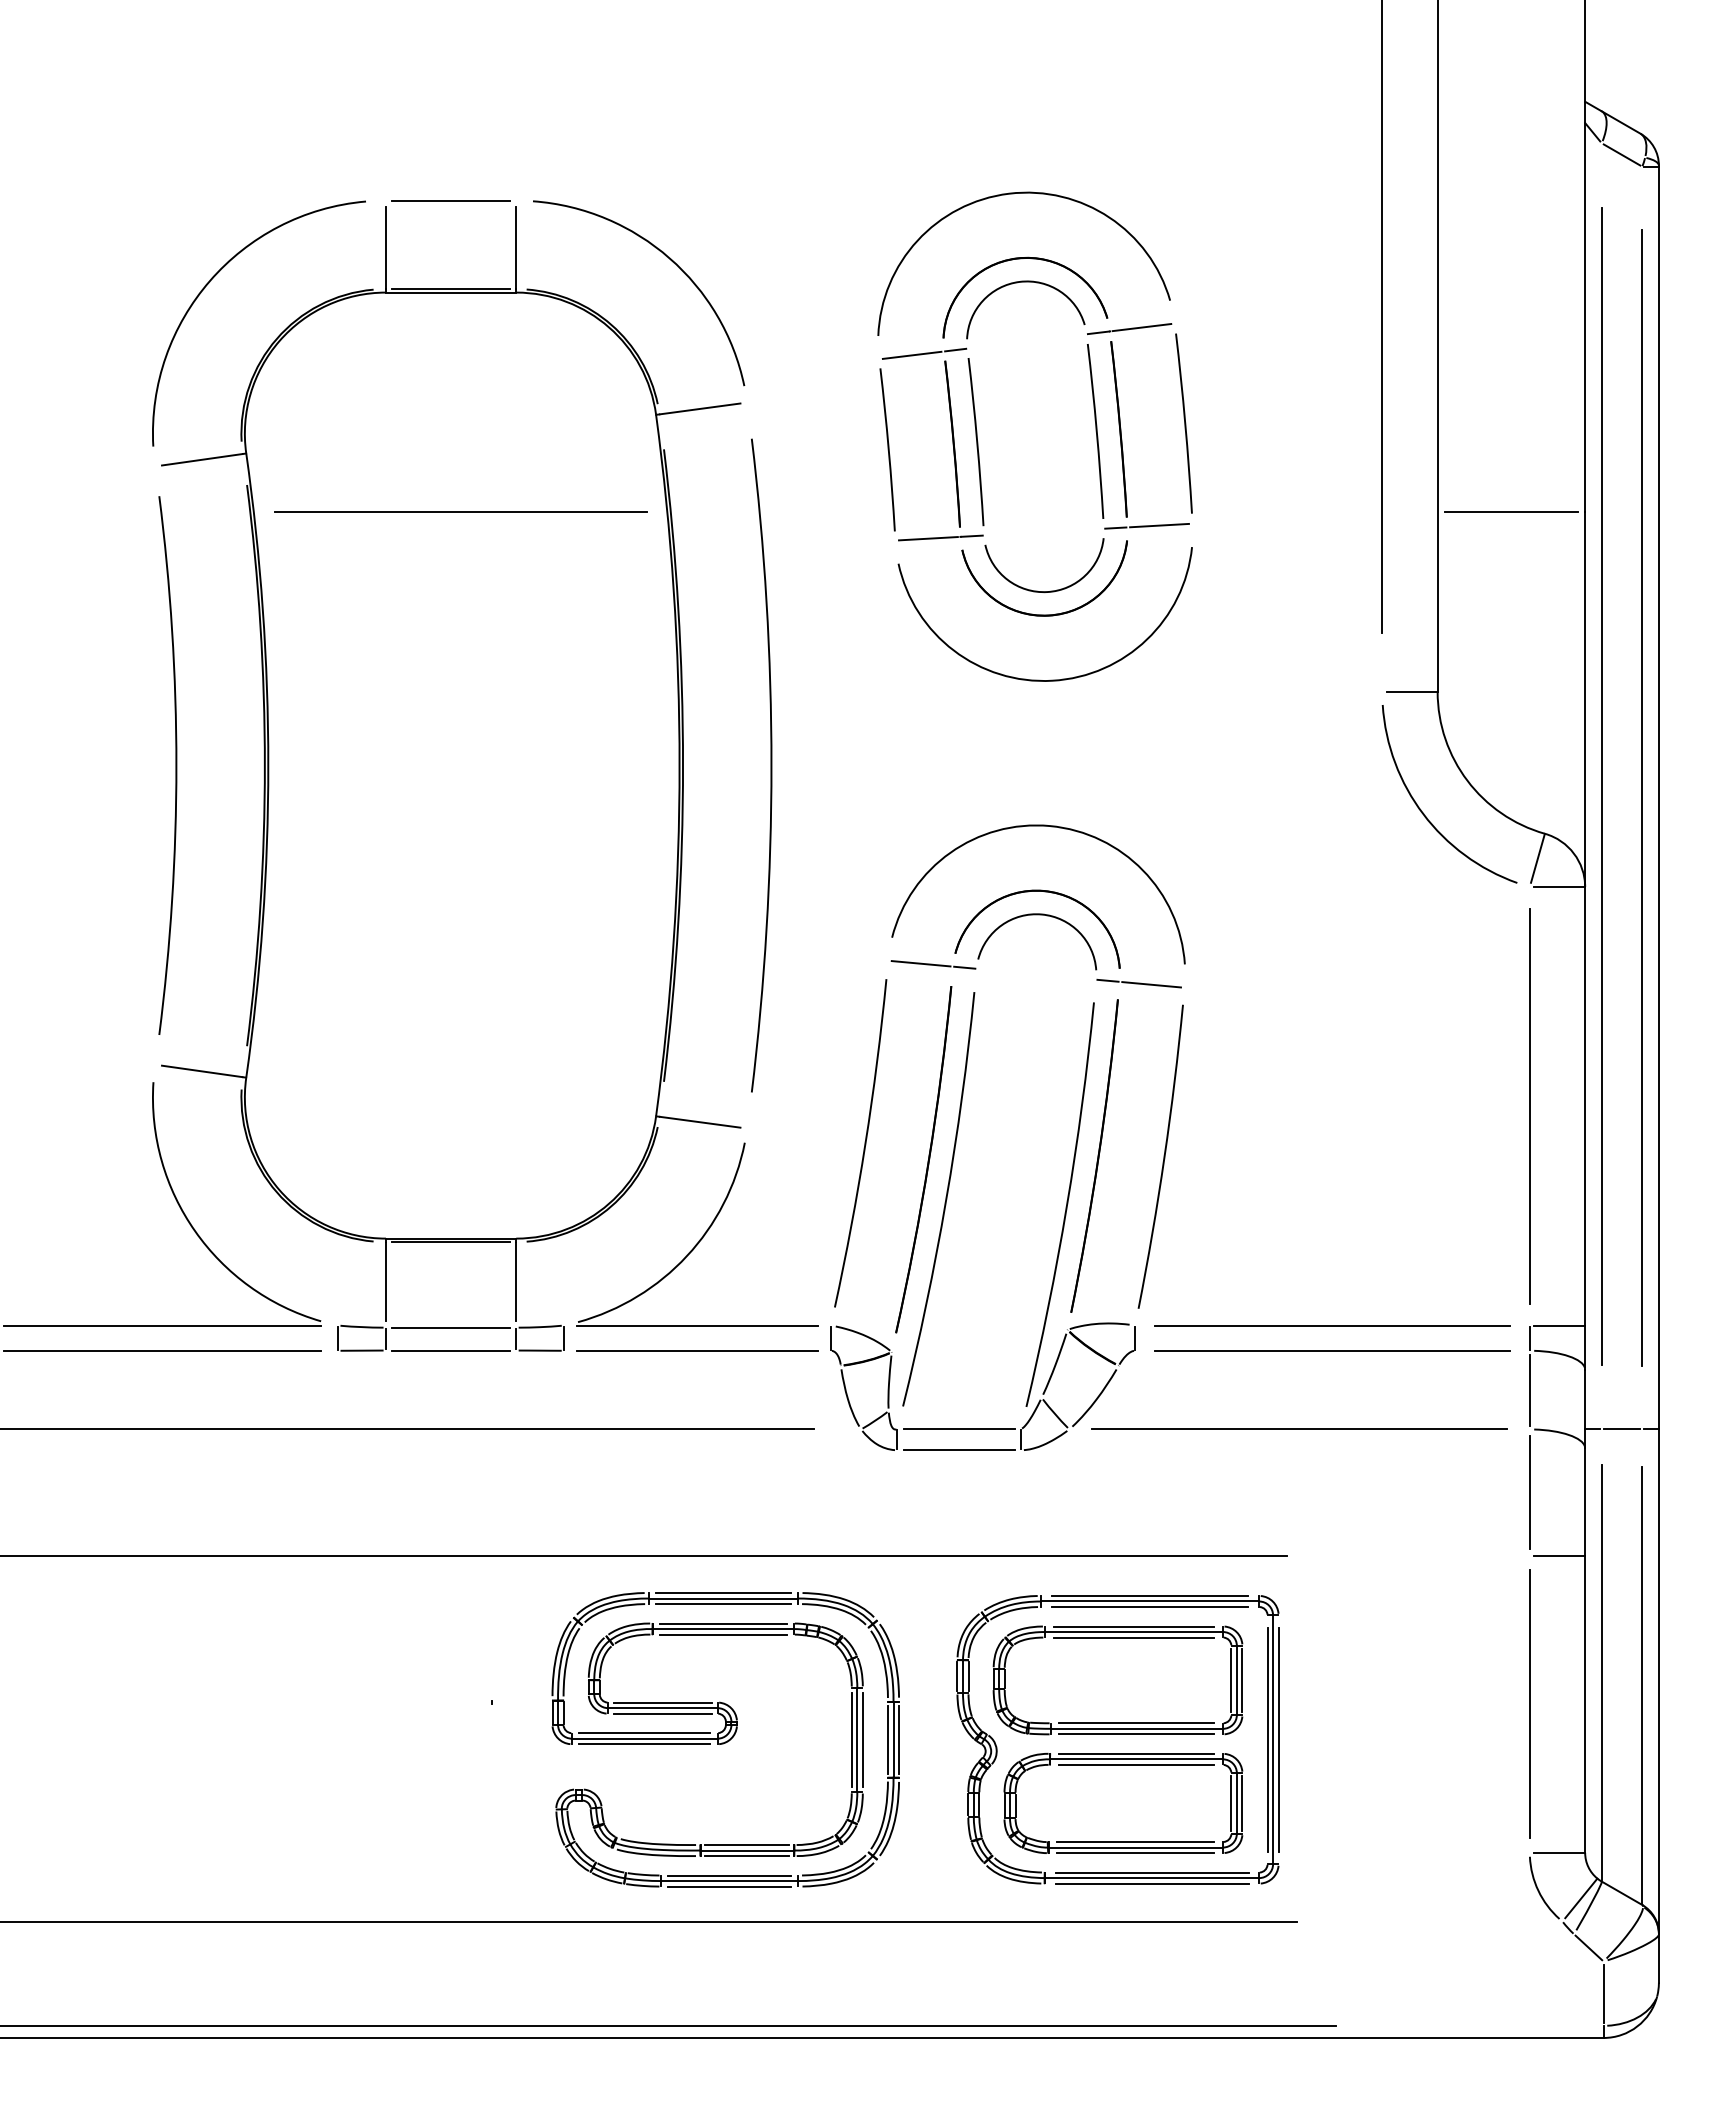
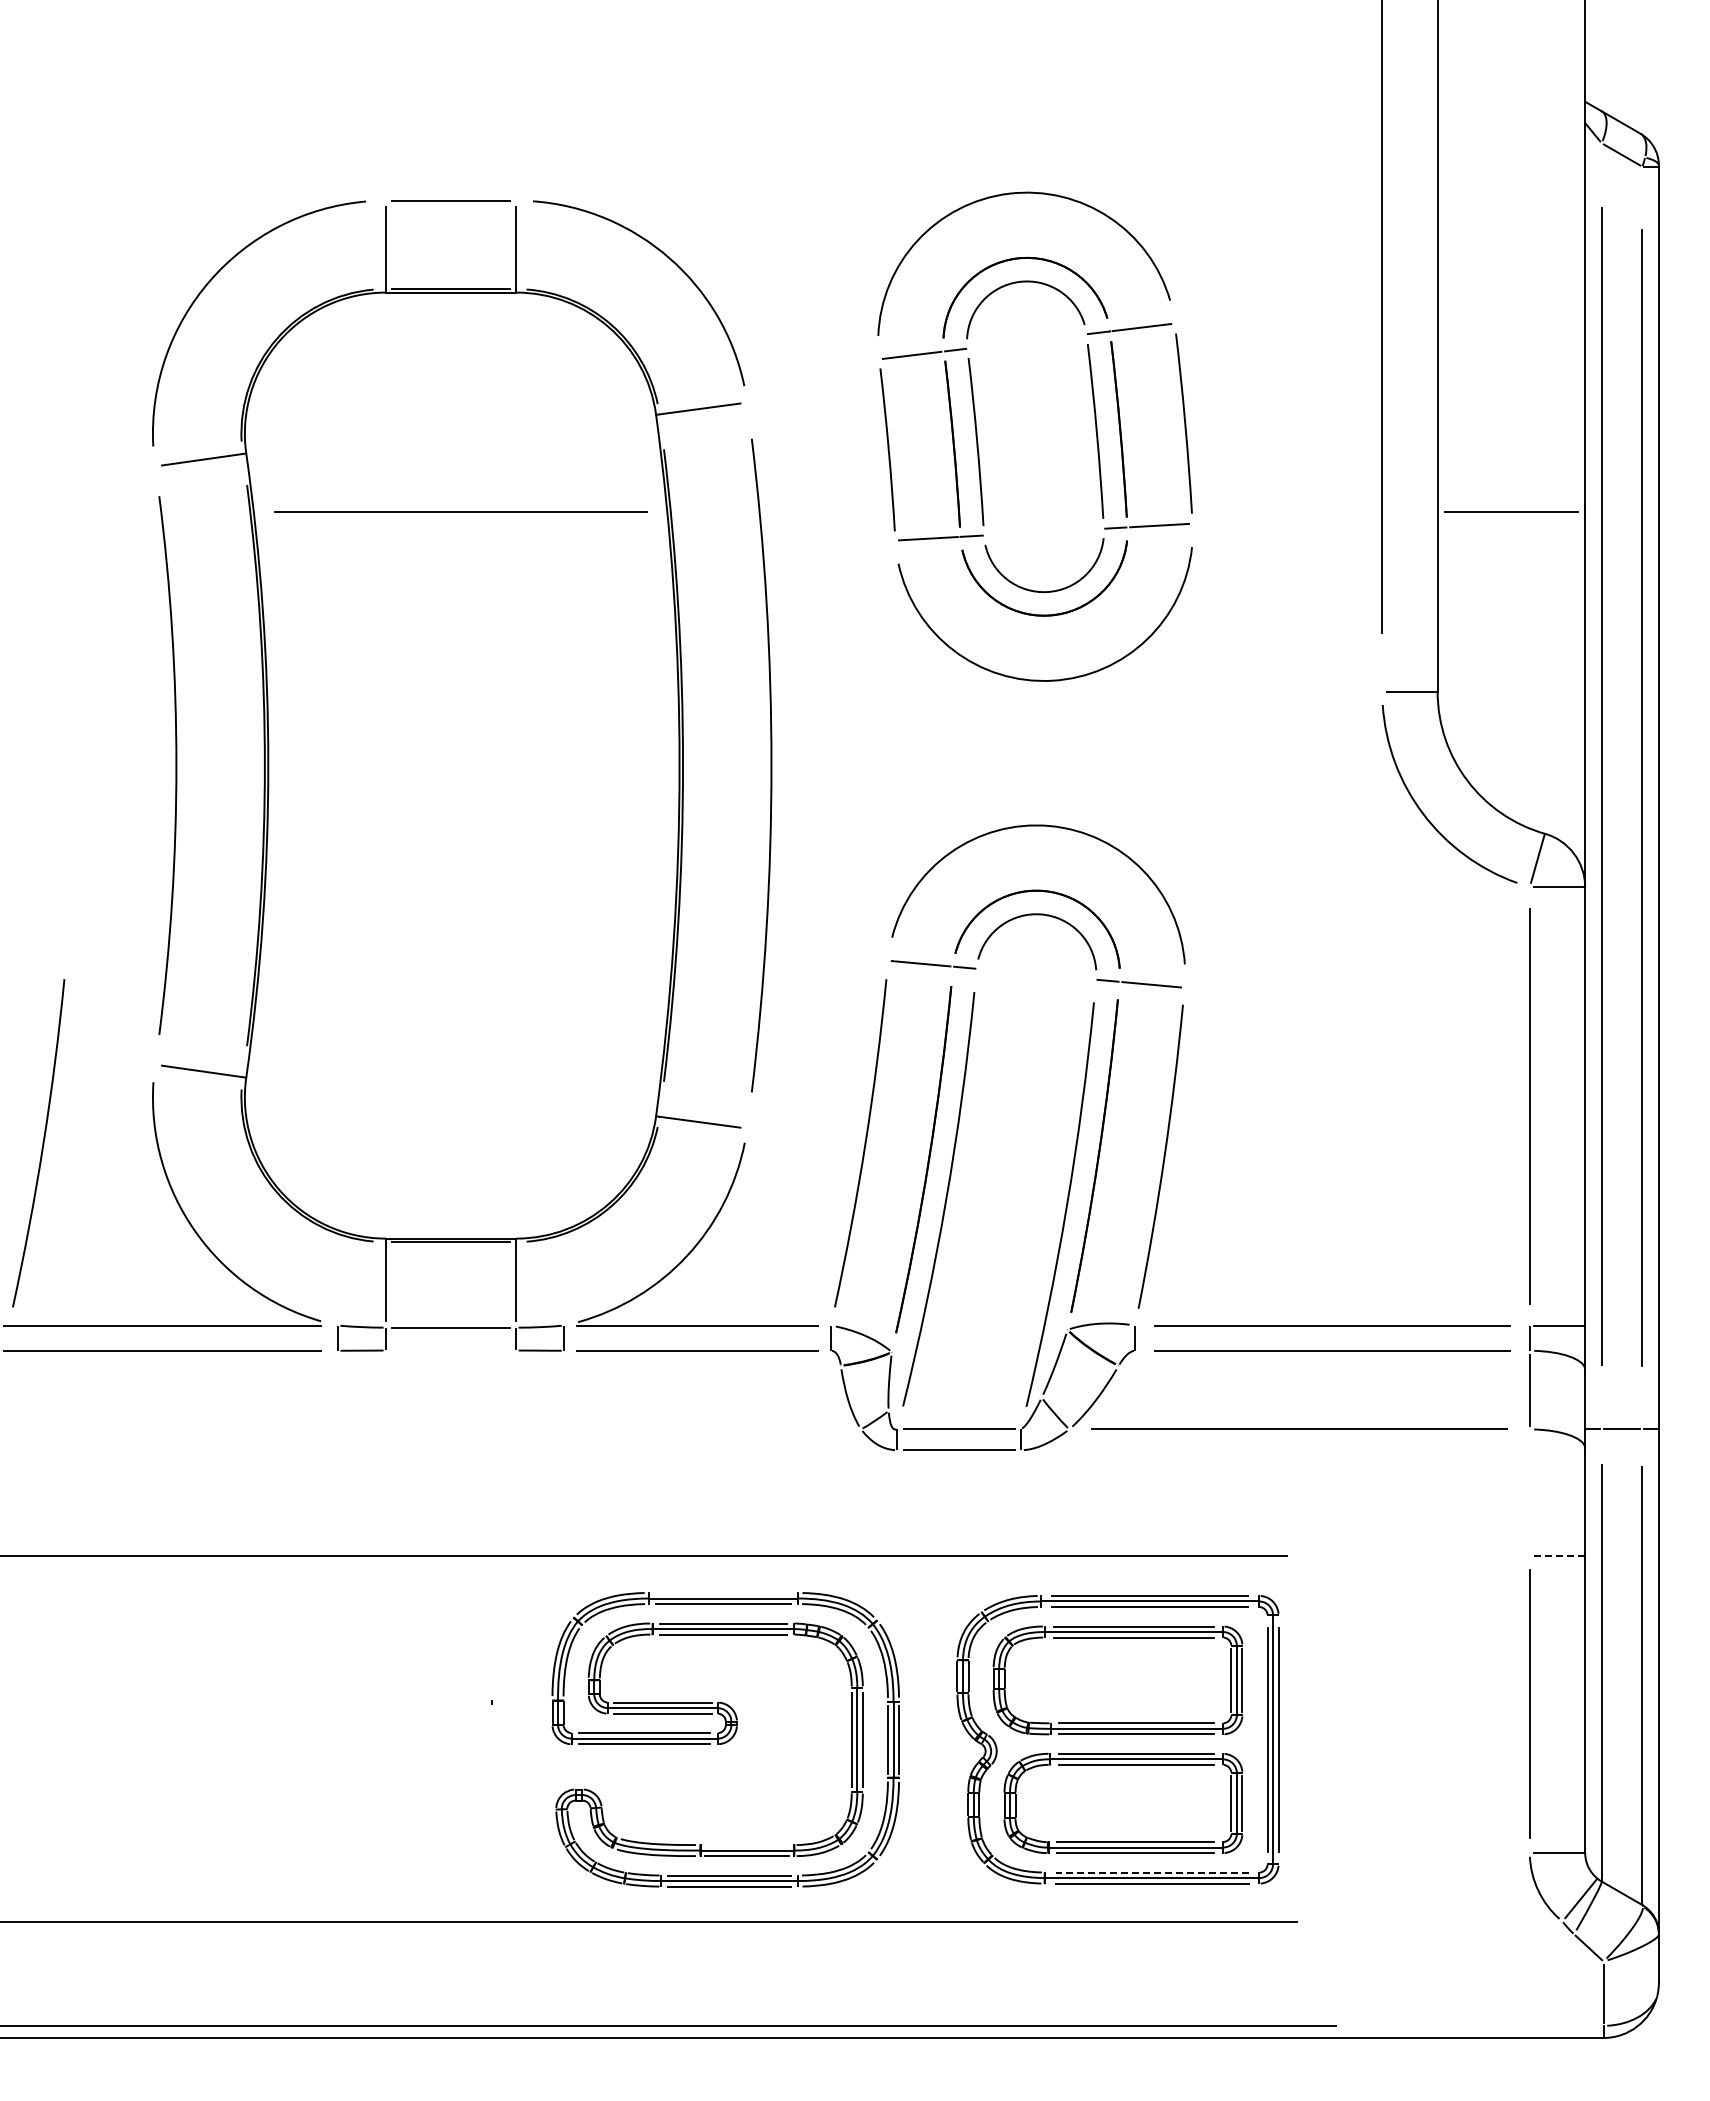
arc at (42, 1143): none -> present
line at (450, 1350): present -> none
line at (408, 1429): present -> none
line at (1529, 1492): present -> none
line at (1560, 1555): solid -> dashed
line at (723, 1592): present -> none
line at (747, 1844): present -> none
line at (1151, 1872): solid -> dashed
